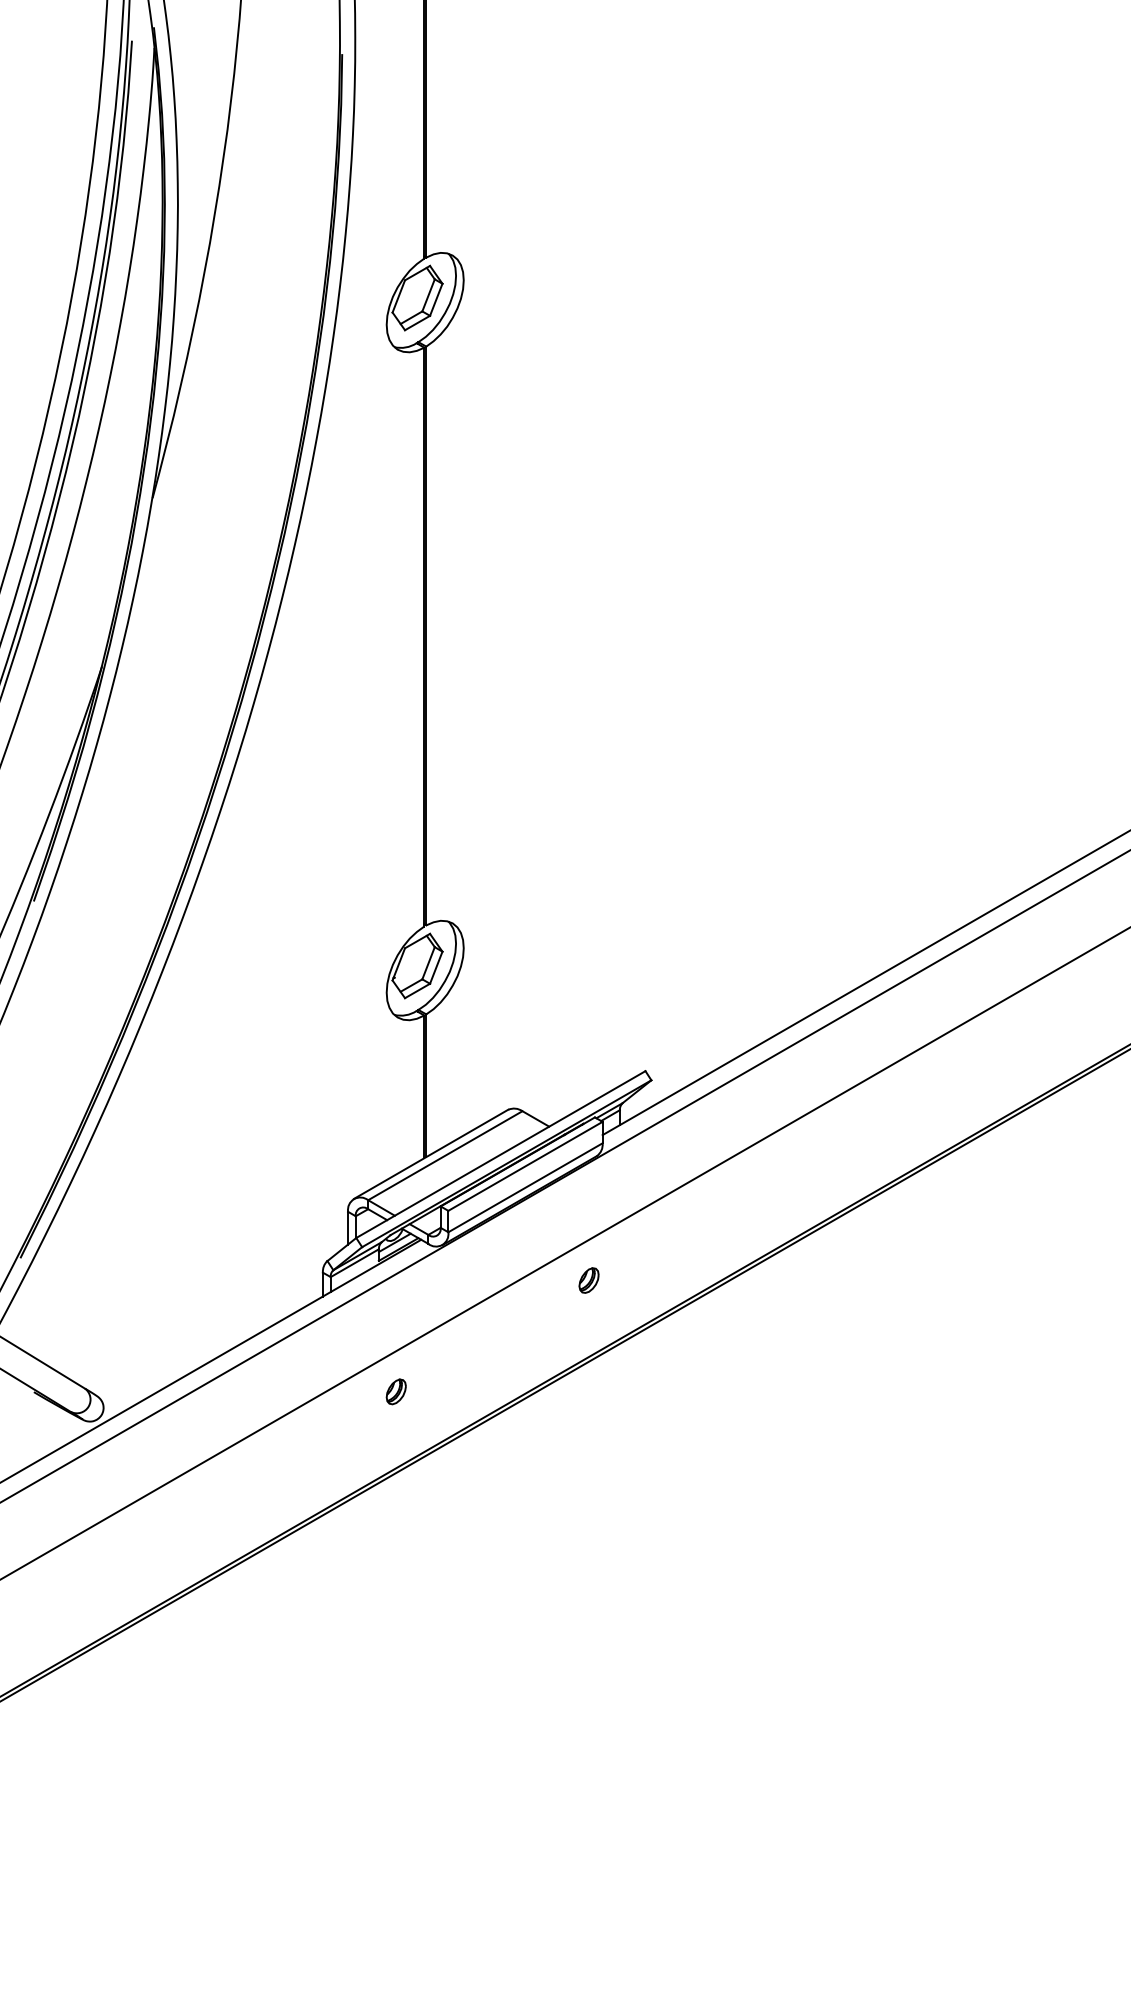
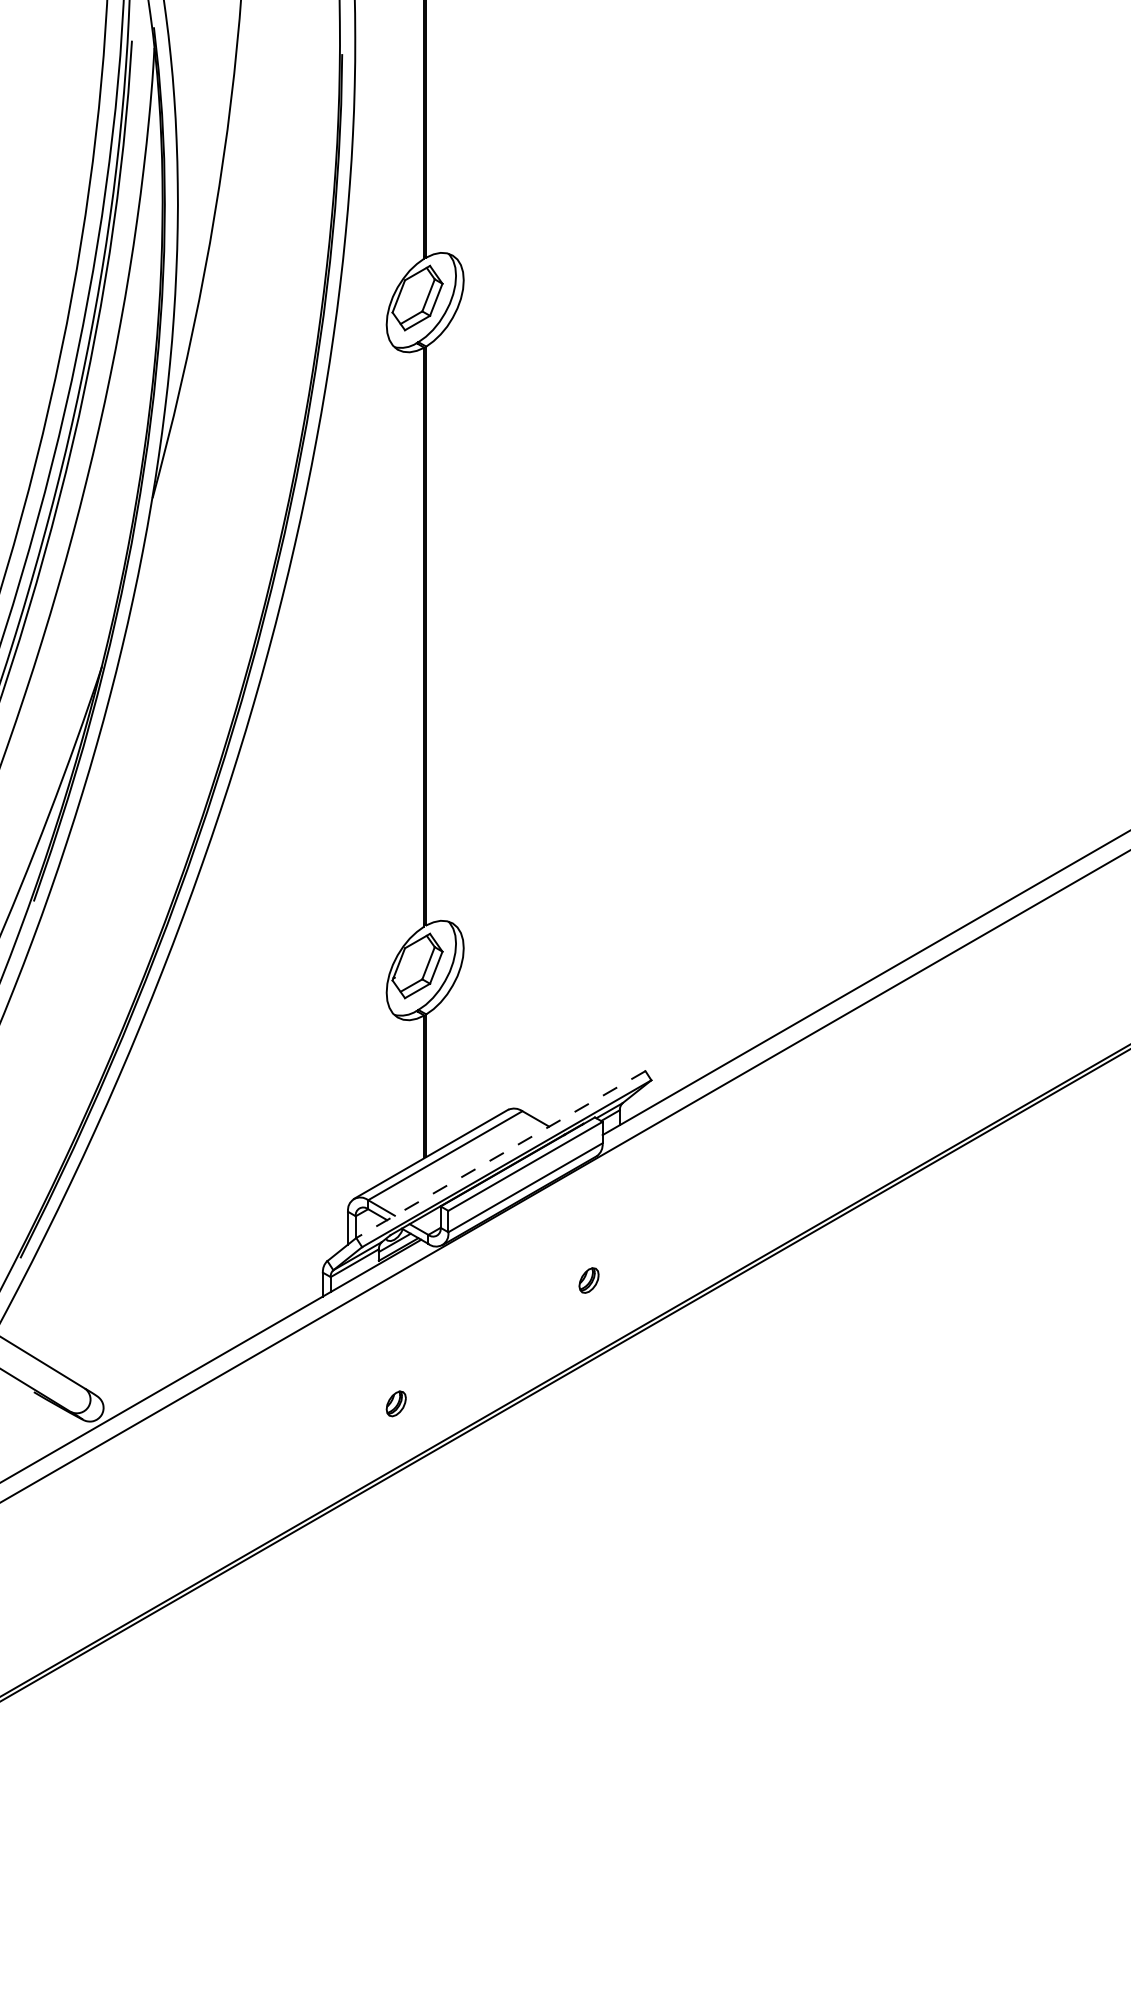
line at (500, 1154): solid -> dashed
line at (564, 1253): present -> none
part at (395, 1391) position: (395, 1391) -> (395, 1403)
